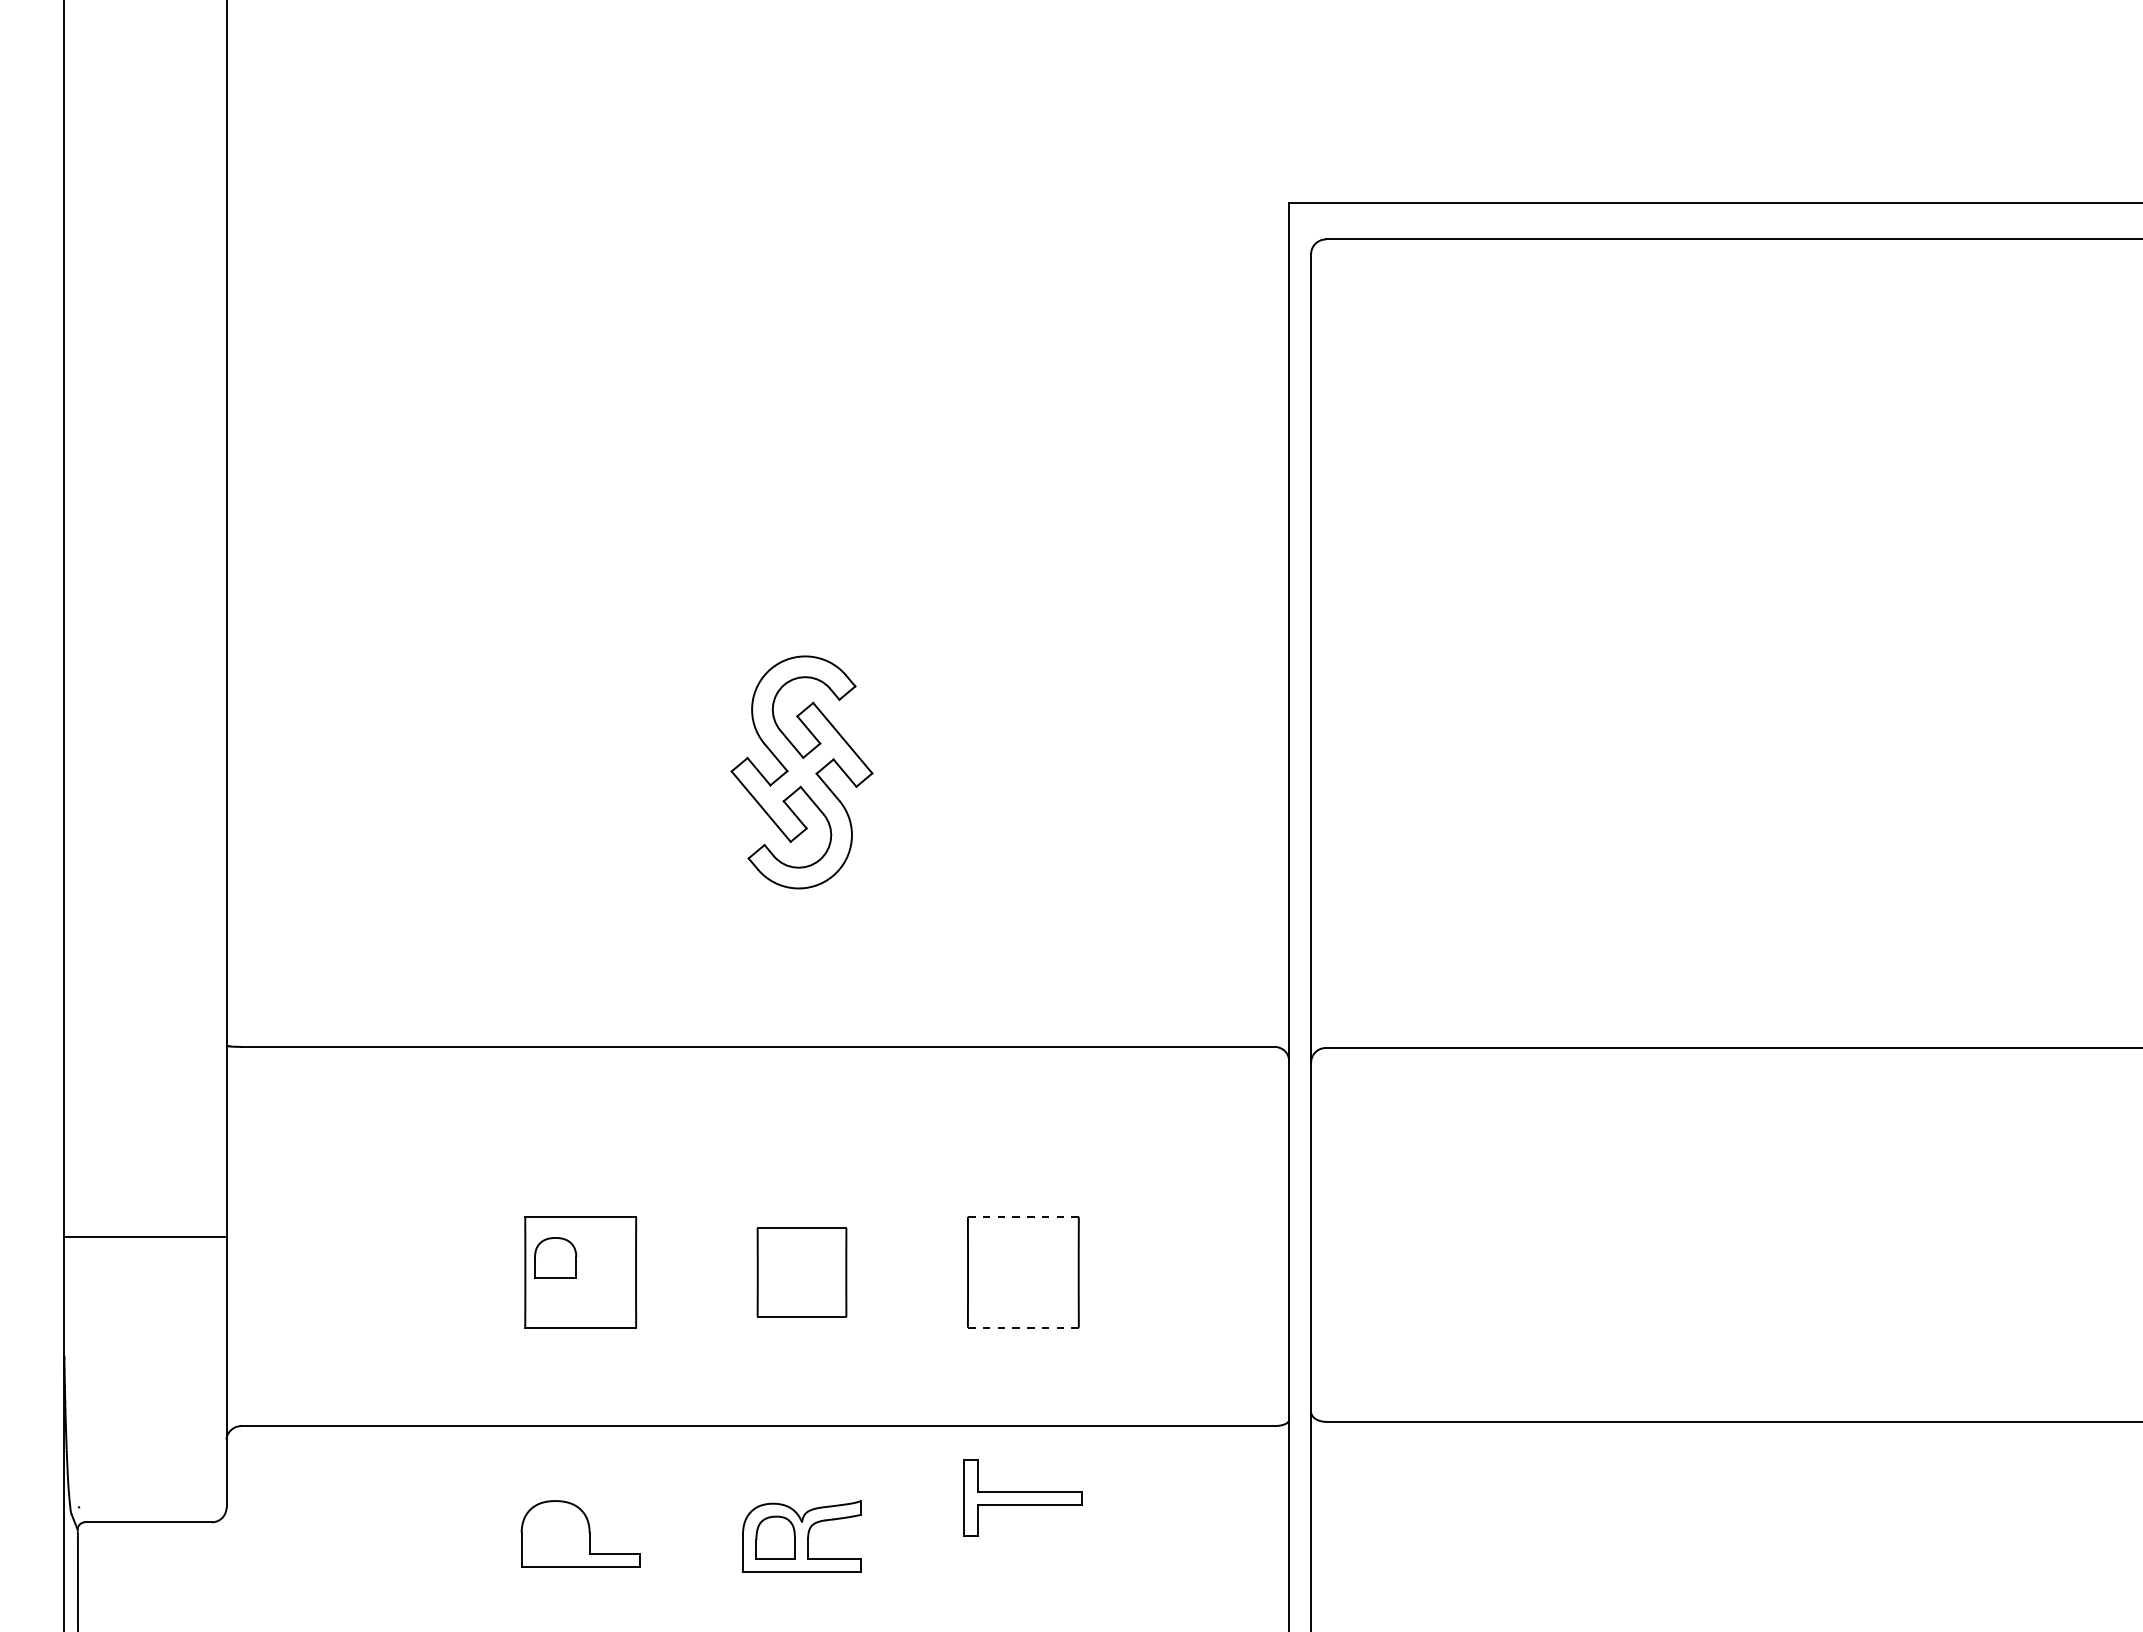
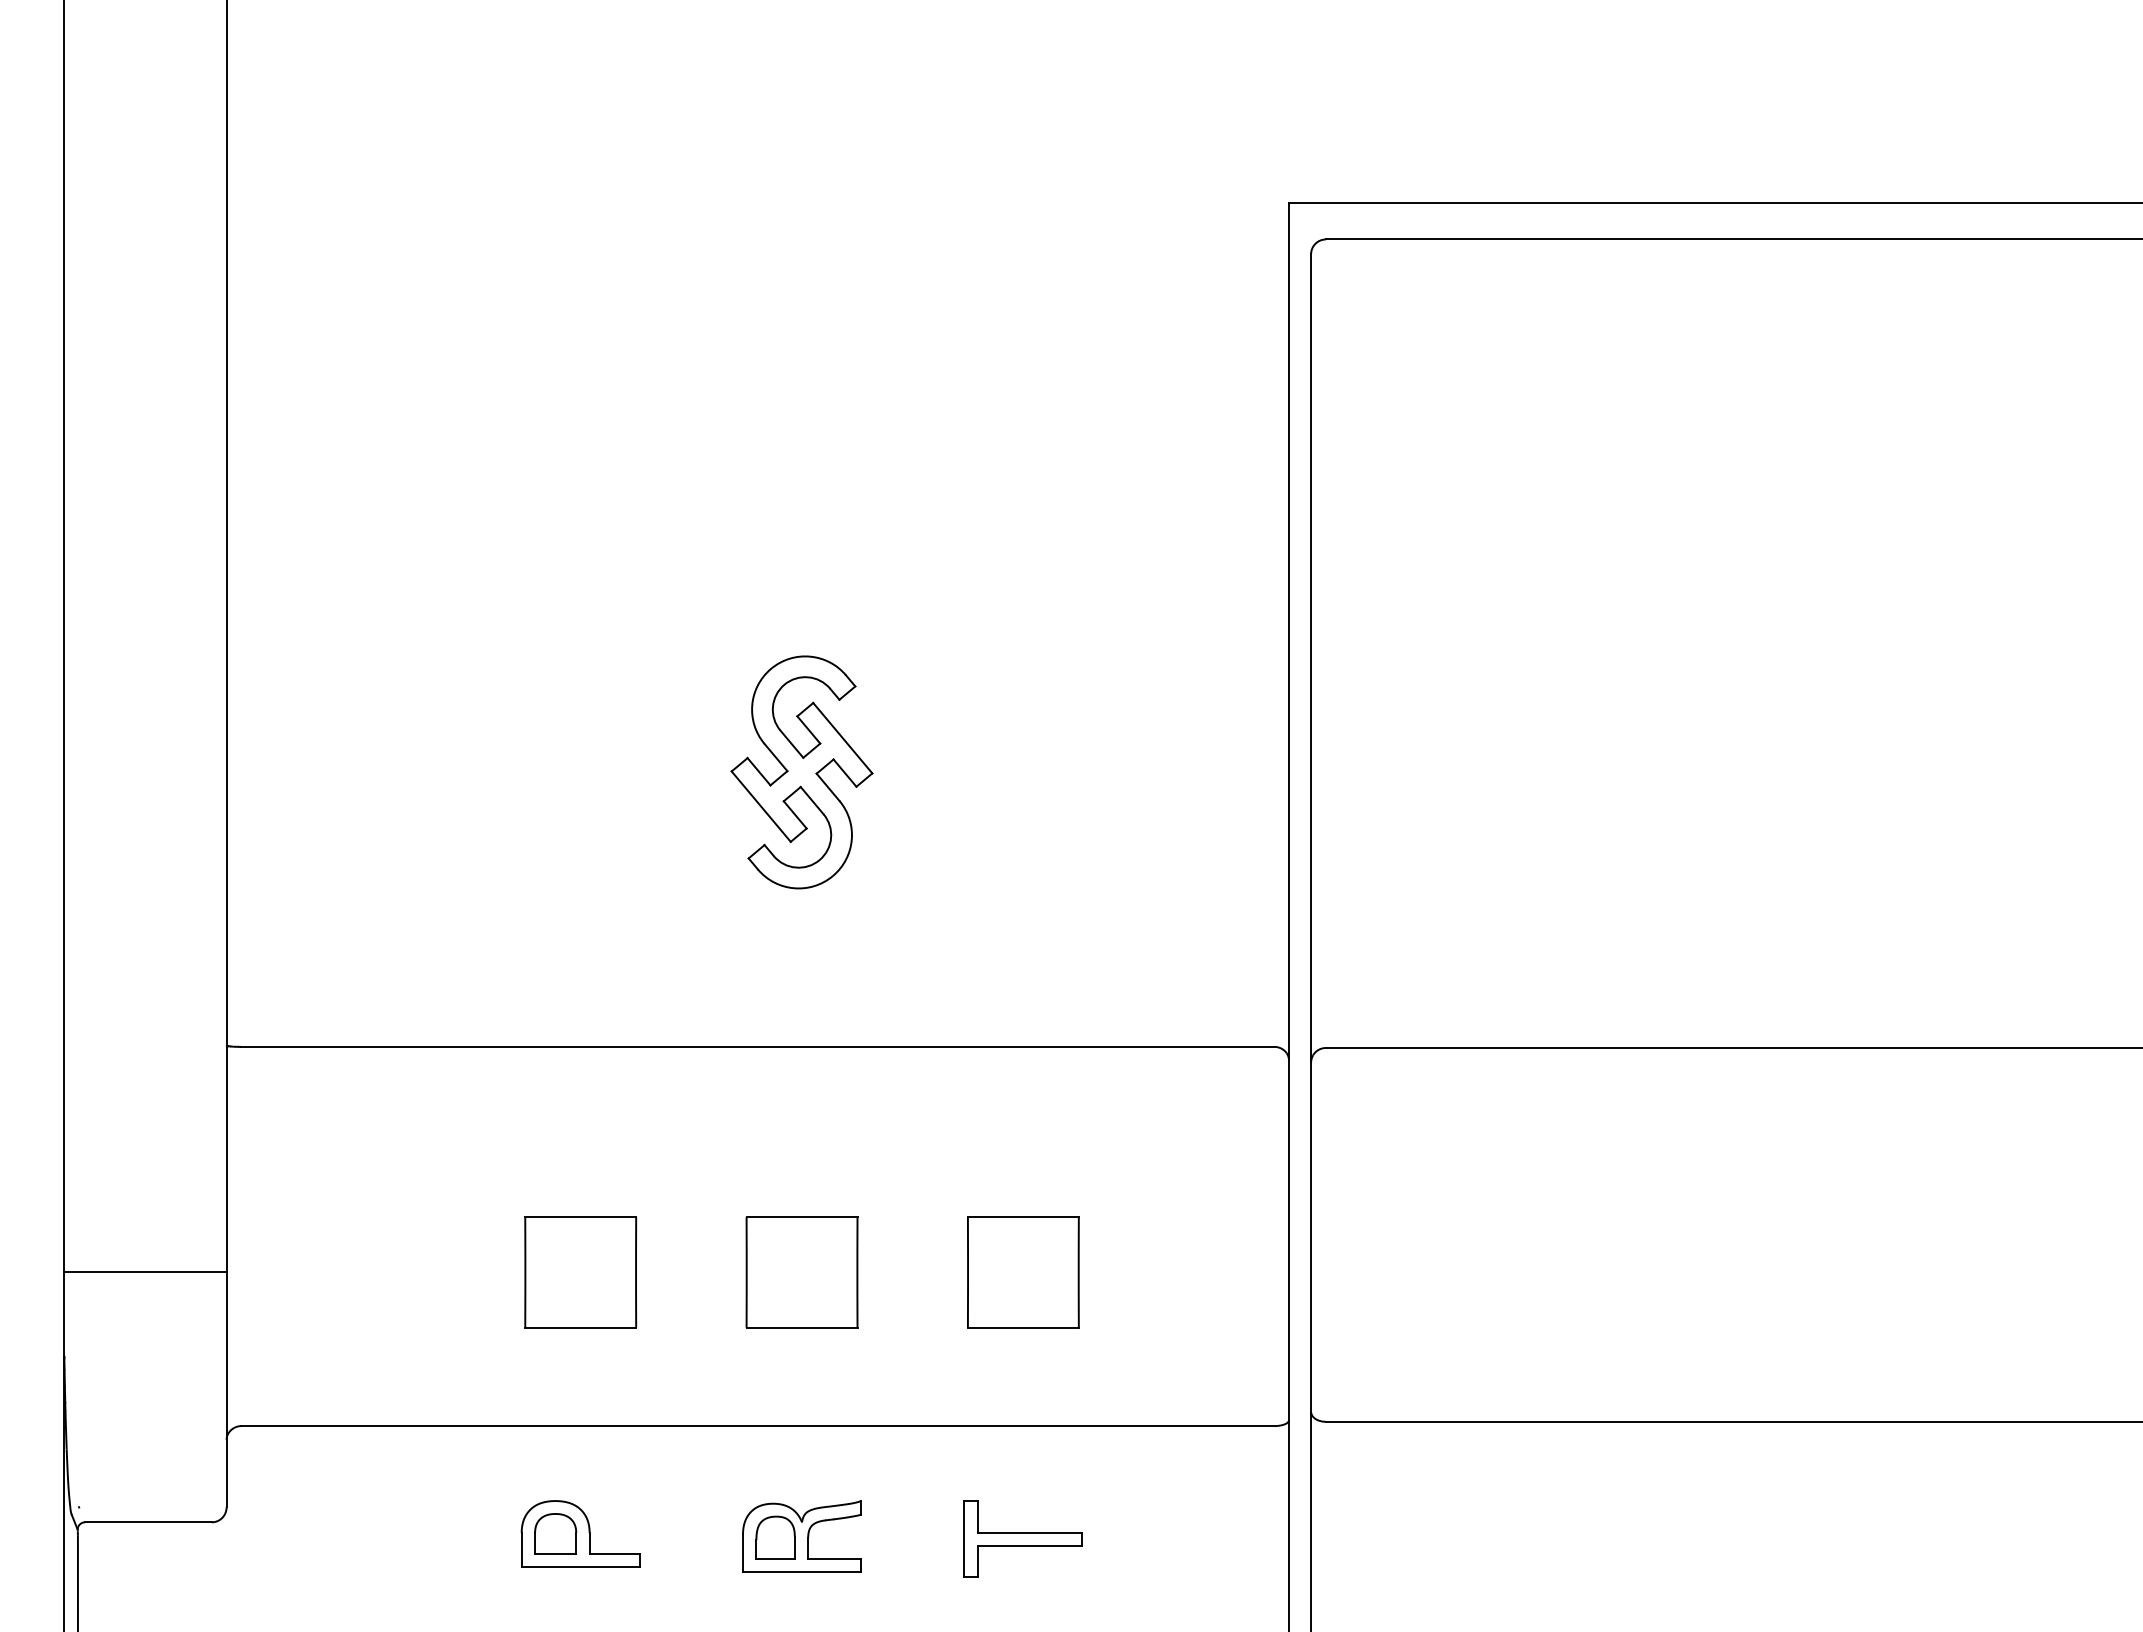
line at (1022, 1216): dashed -> solid
line at (145, 1237) position: (145, 1237) -> (145, 1272)
part at (555, 1257) position: (555, 1257) -> (555, 1533)
part at (801, 1272) size: 92x91 px -> 114x113 px
line at (1022, 1327): dashed -> solid
part at (1022, 1497) position: (1022, 1497) -> (1022, 1538)
